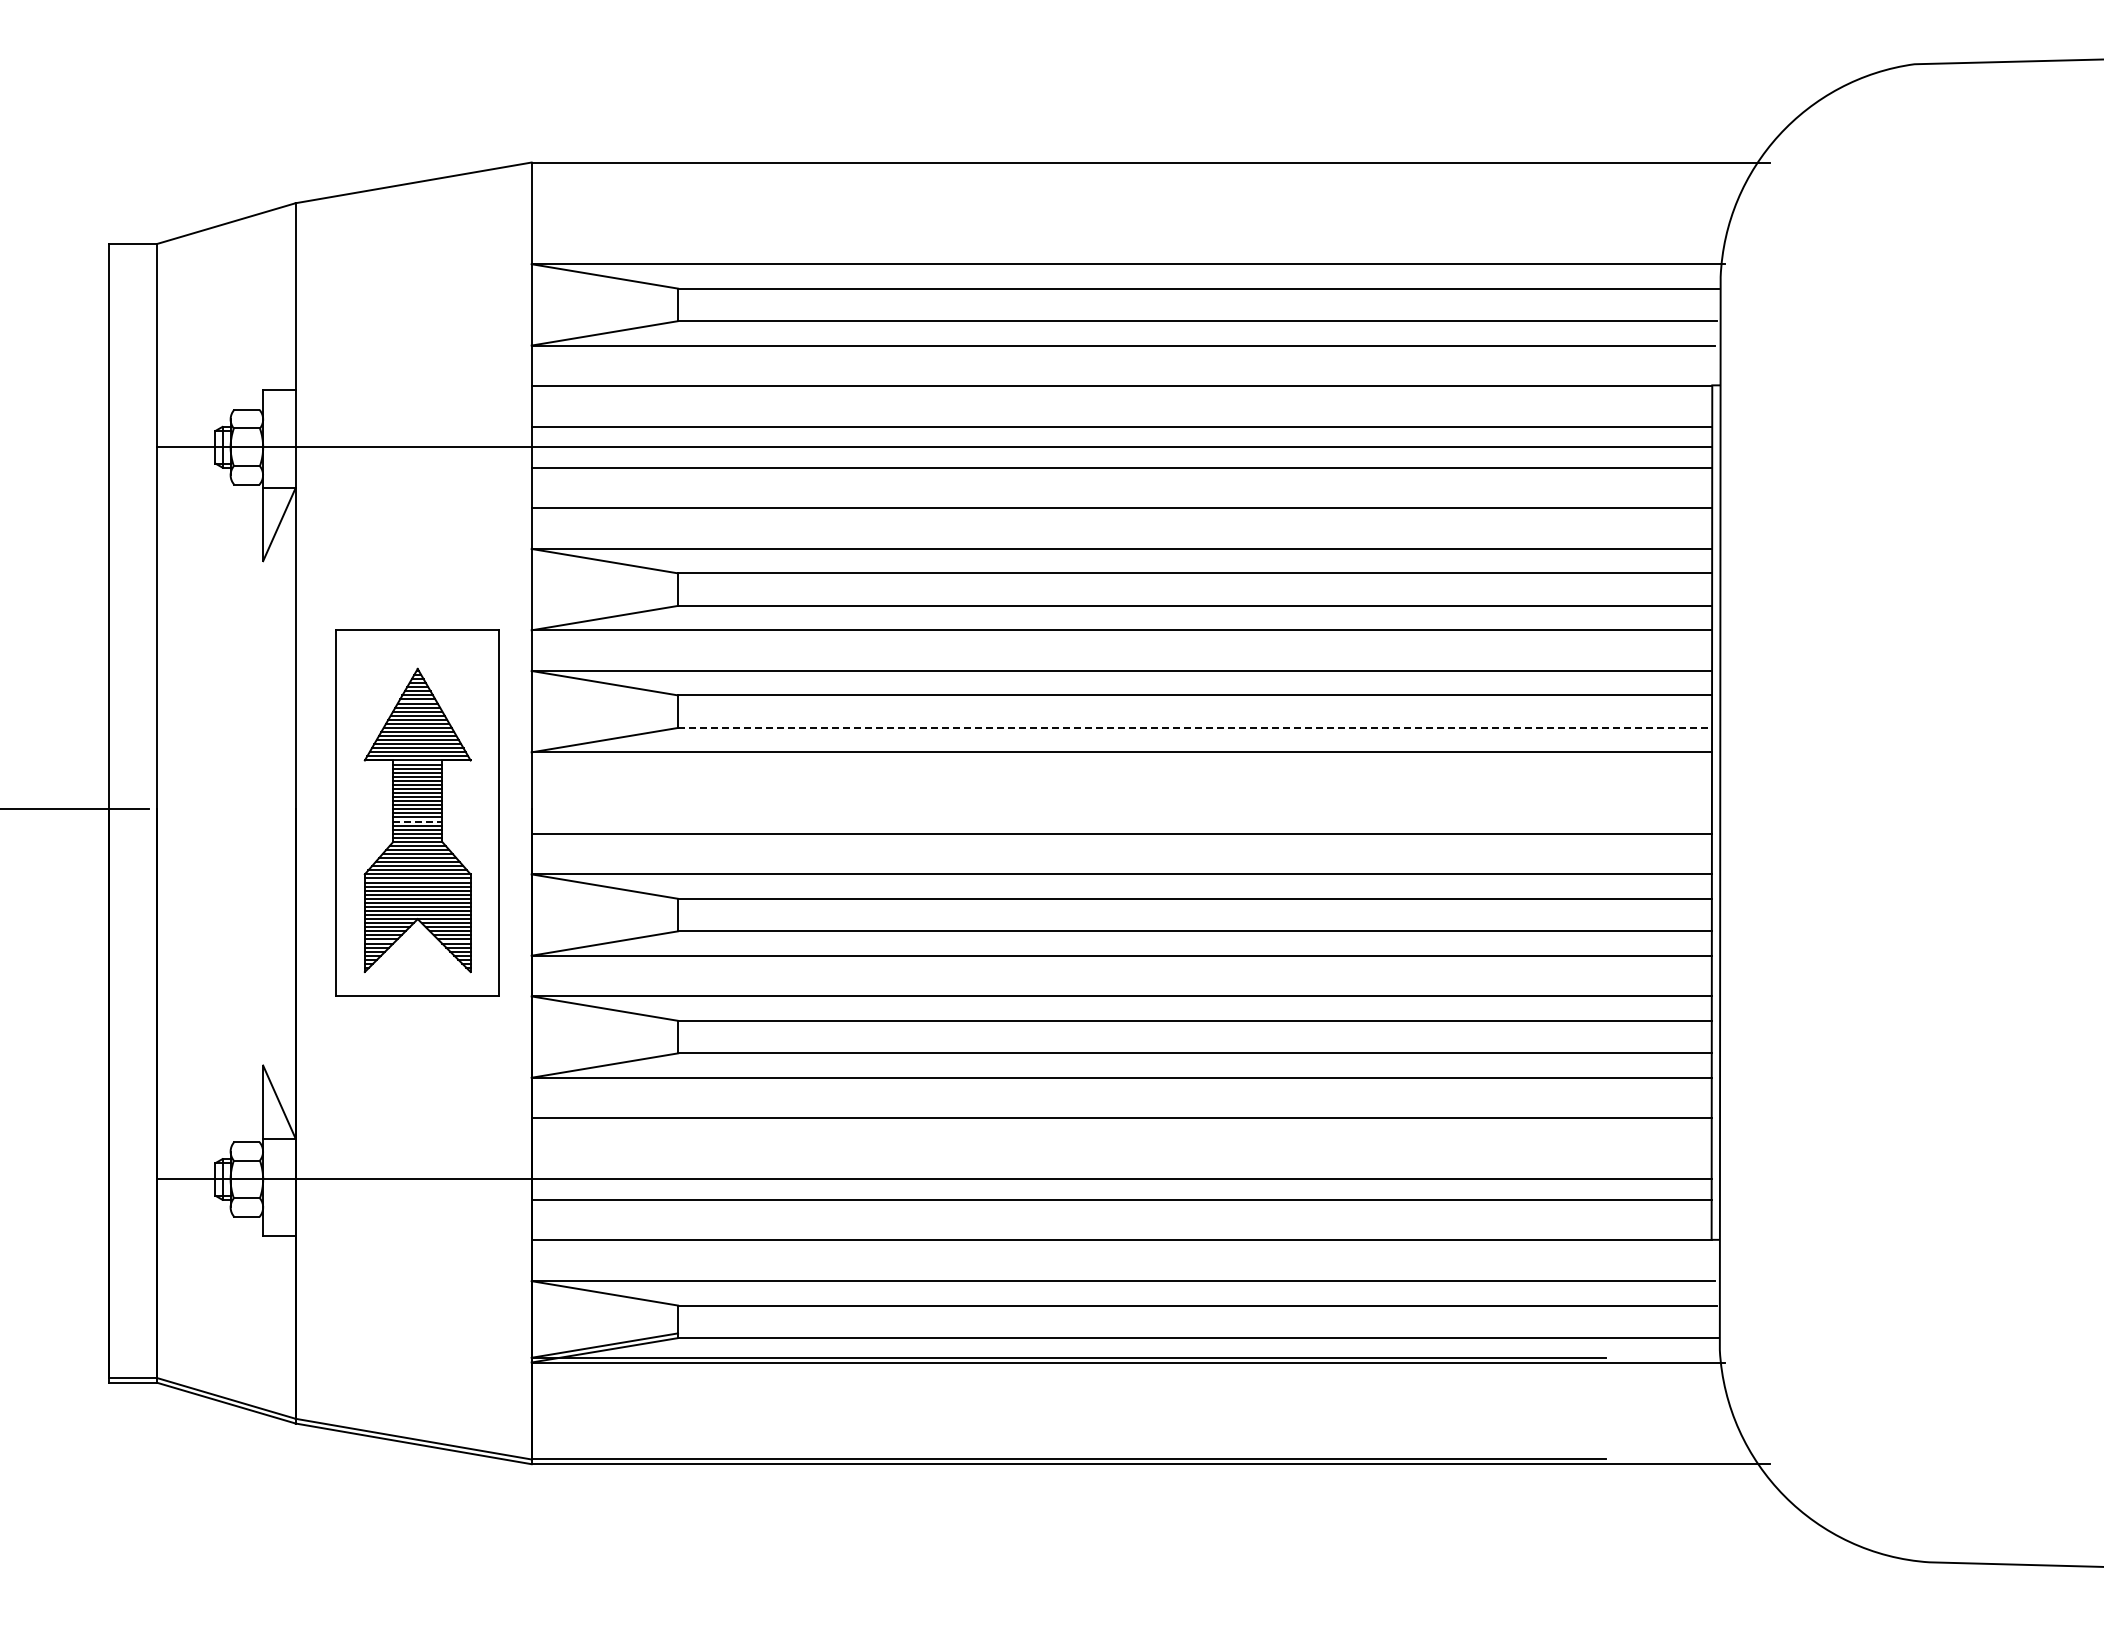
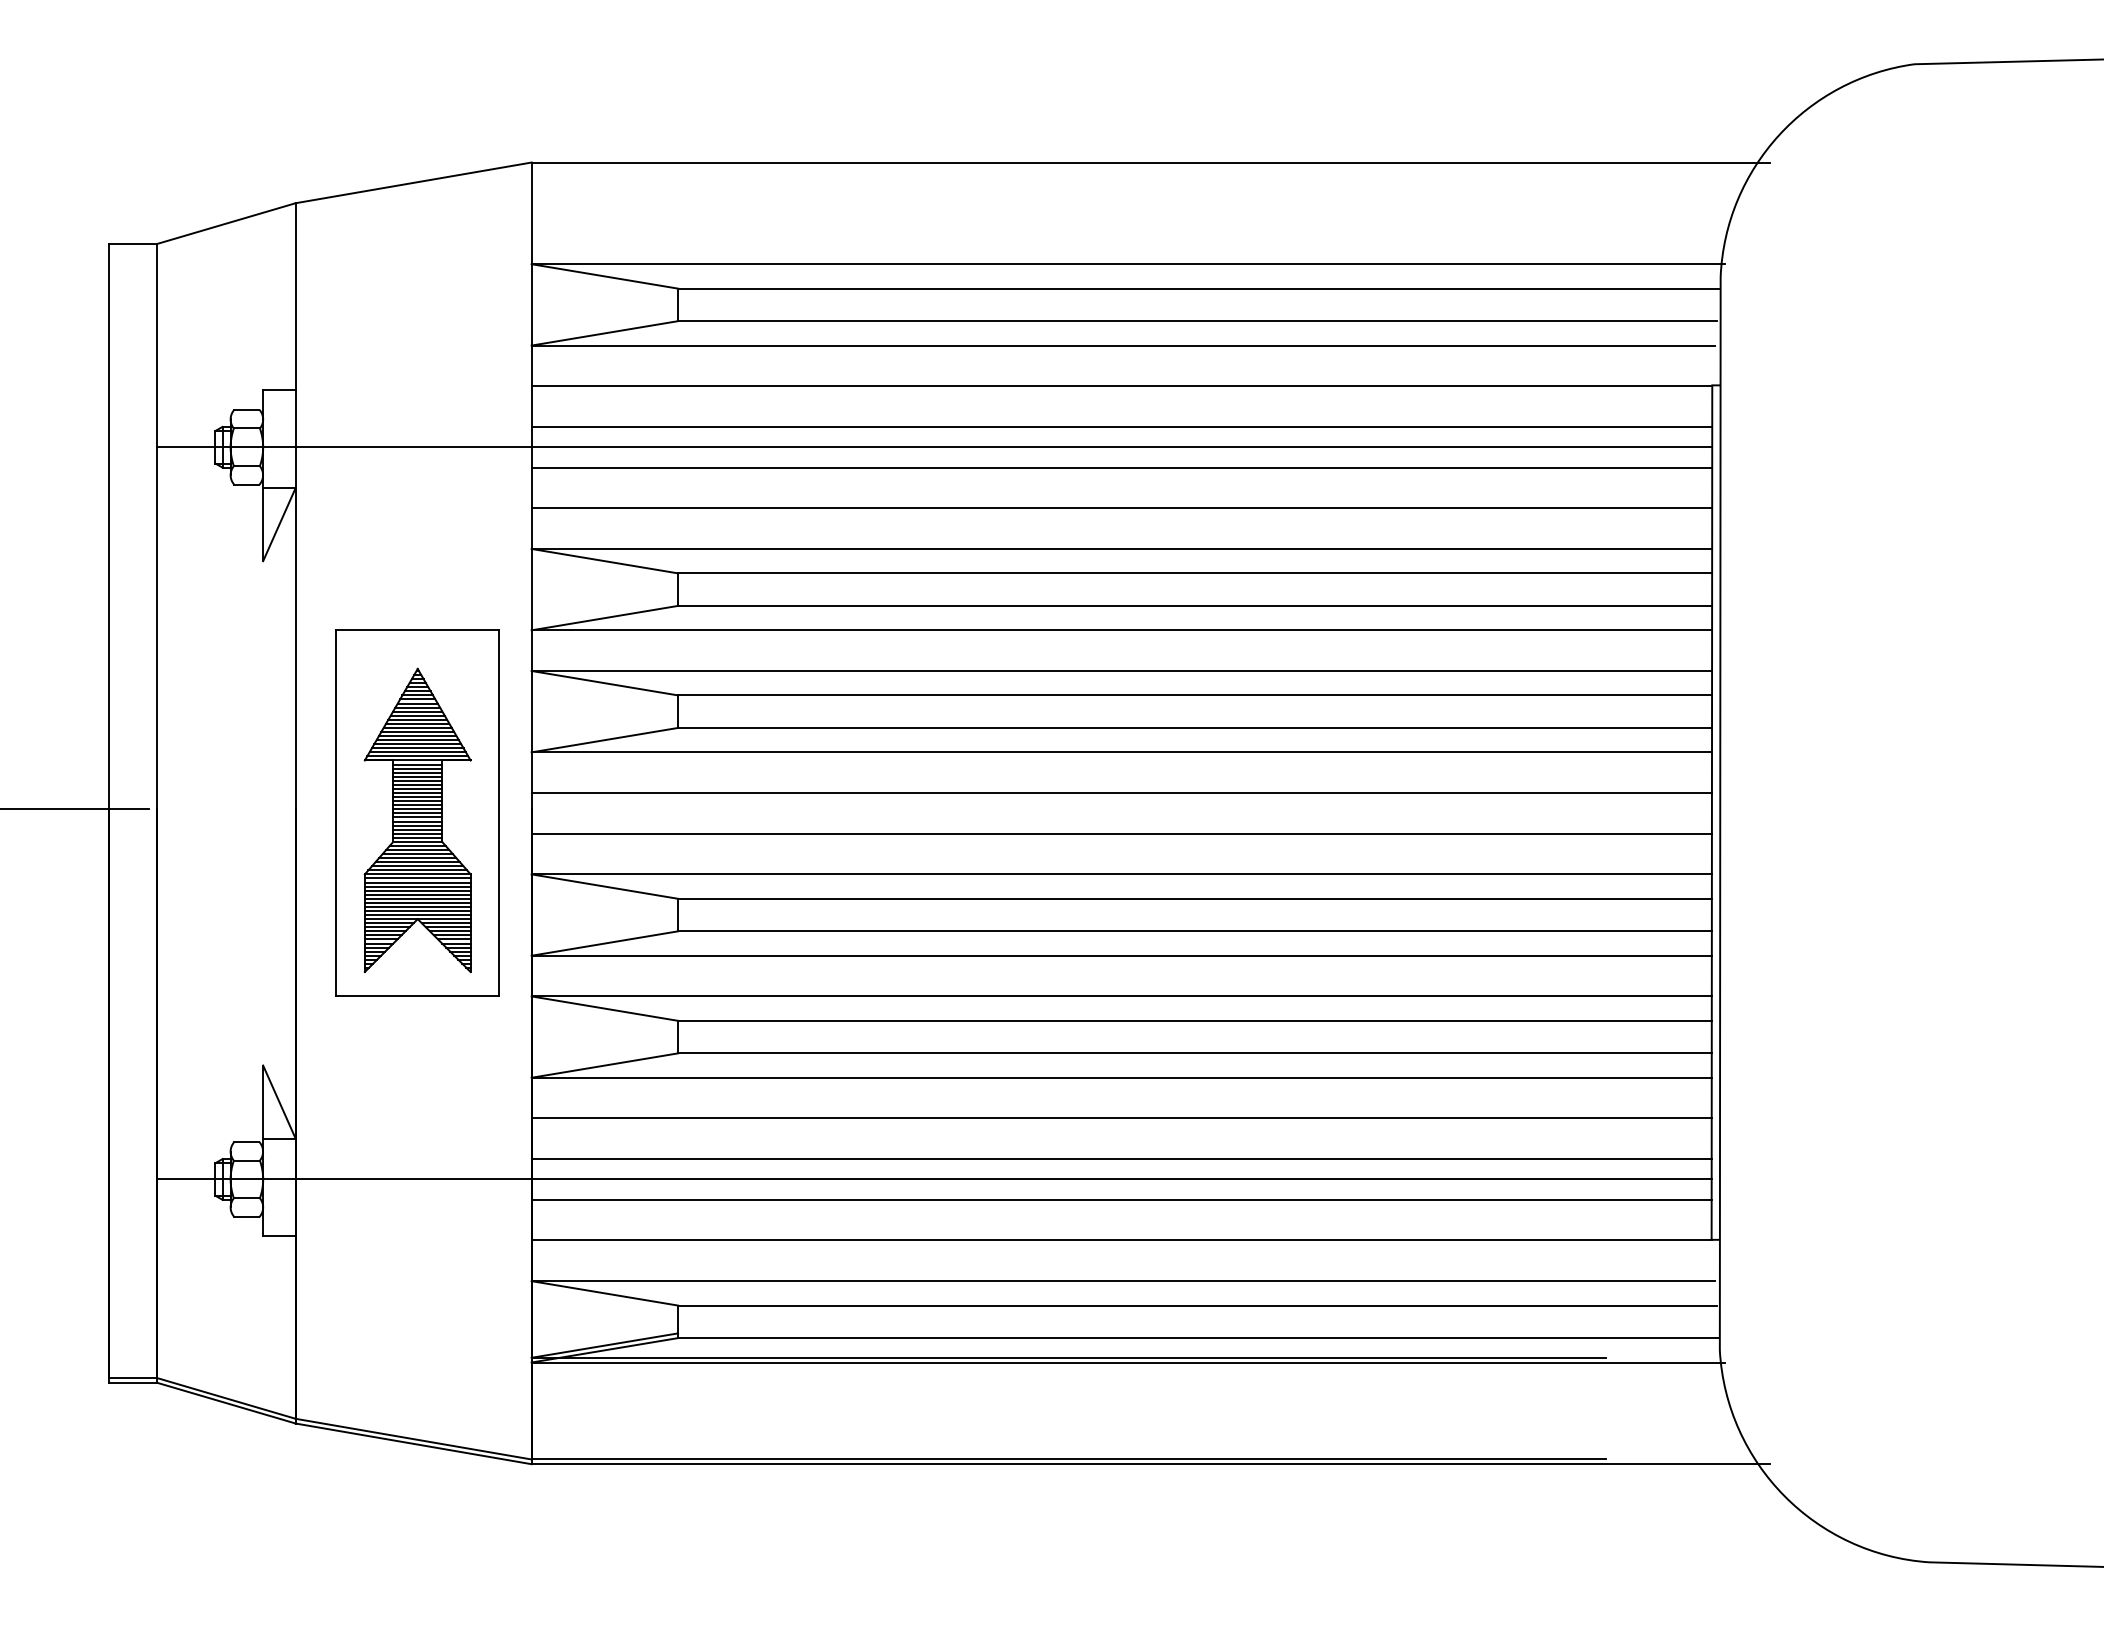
line at (1194, 727): dashed -> solid
line at (1121, 793): none -> present
line at (418, 821): dashed -> solid
line at (1121, 1159): none -> present
